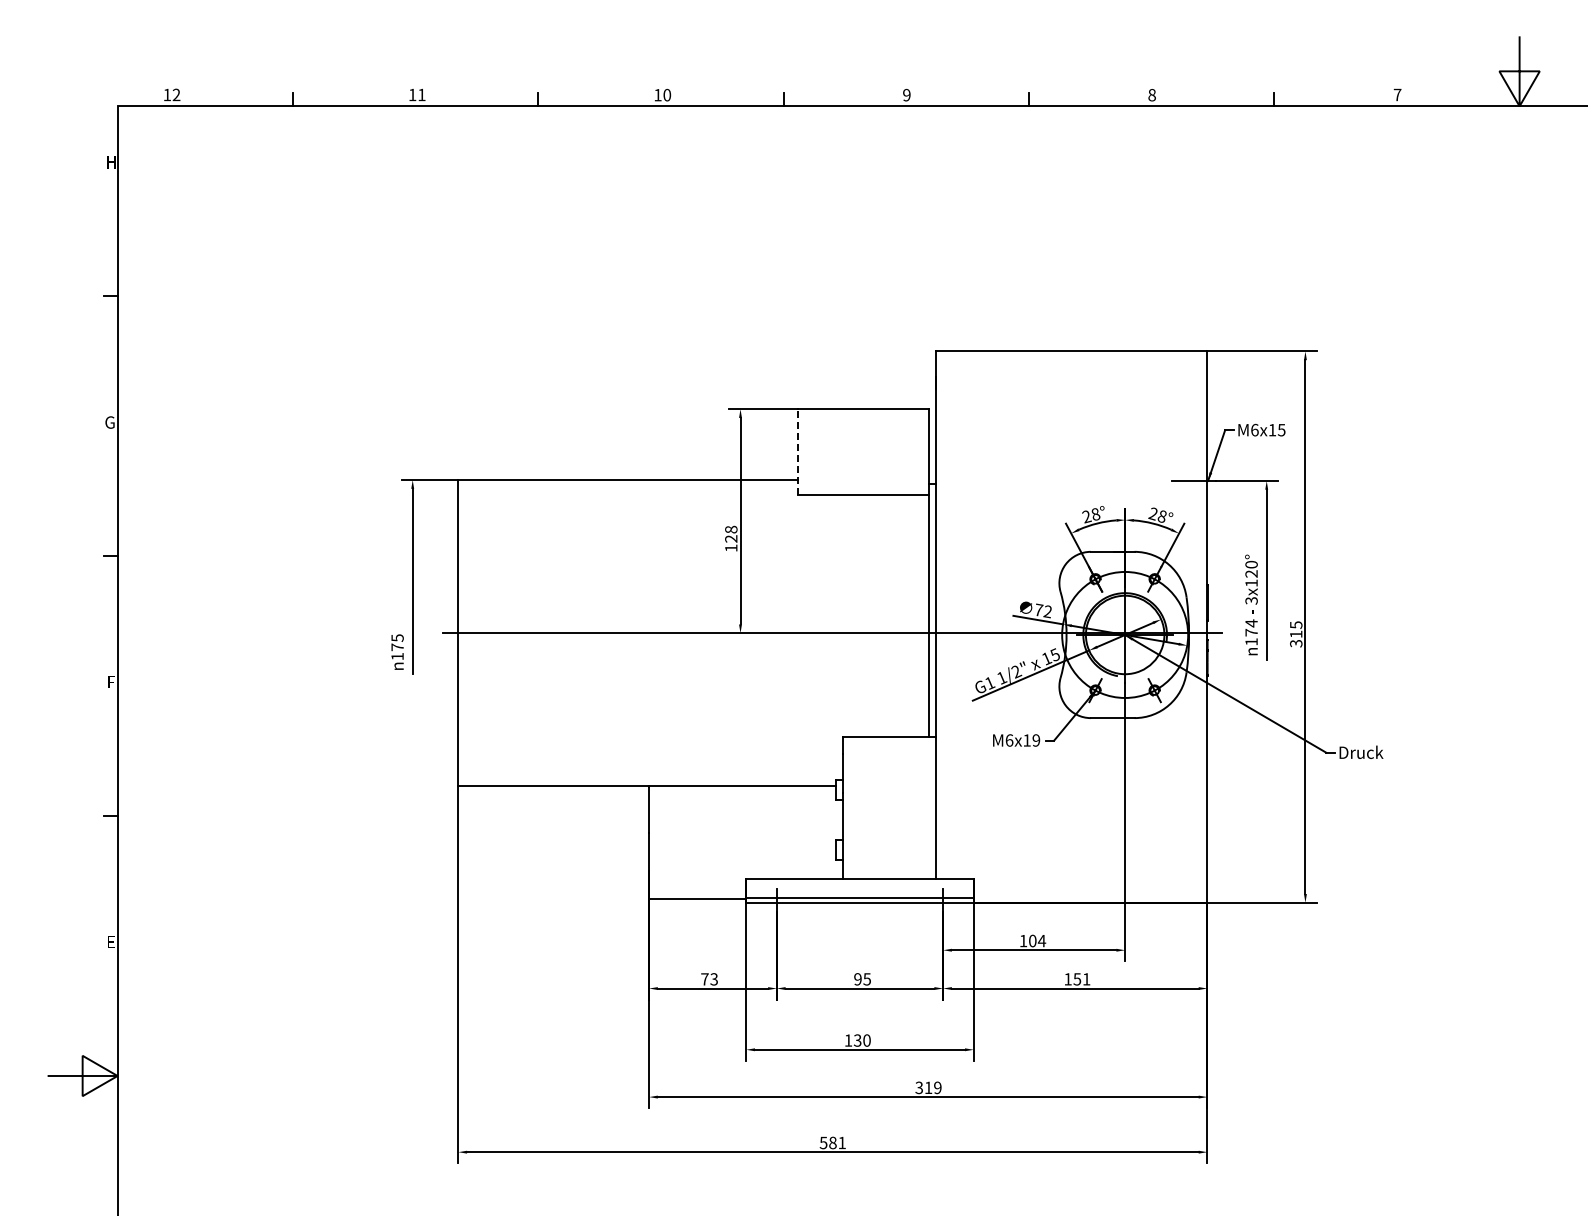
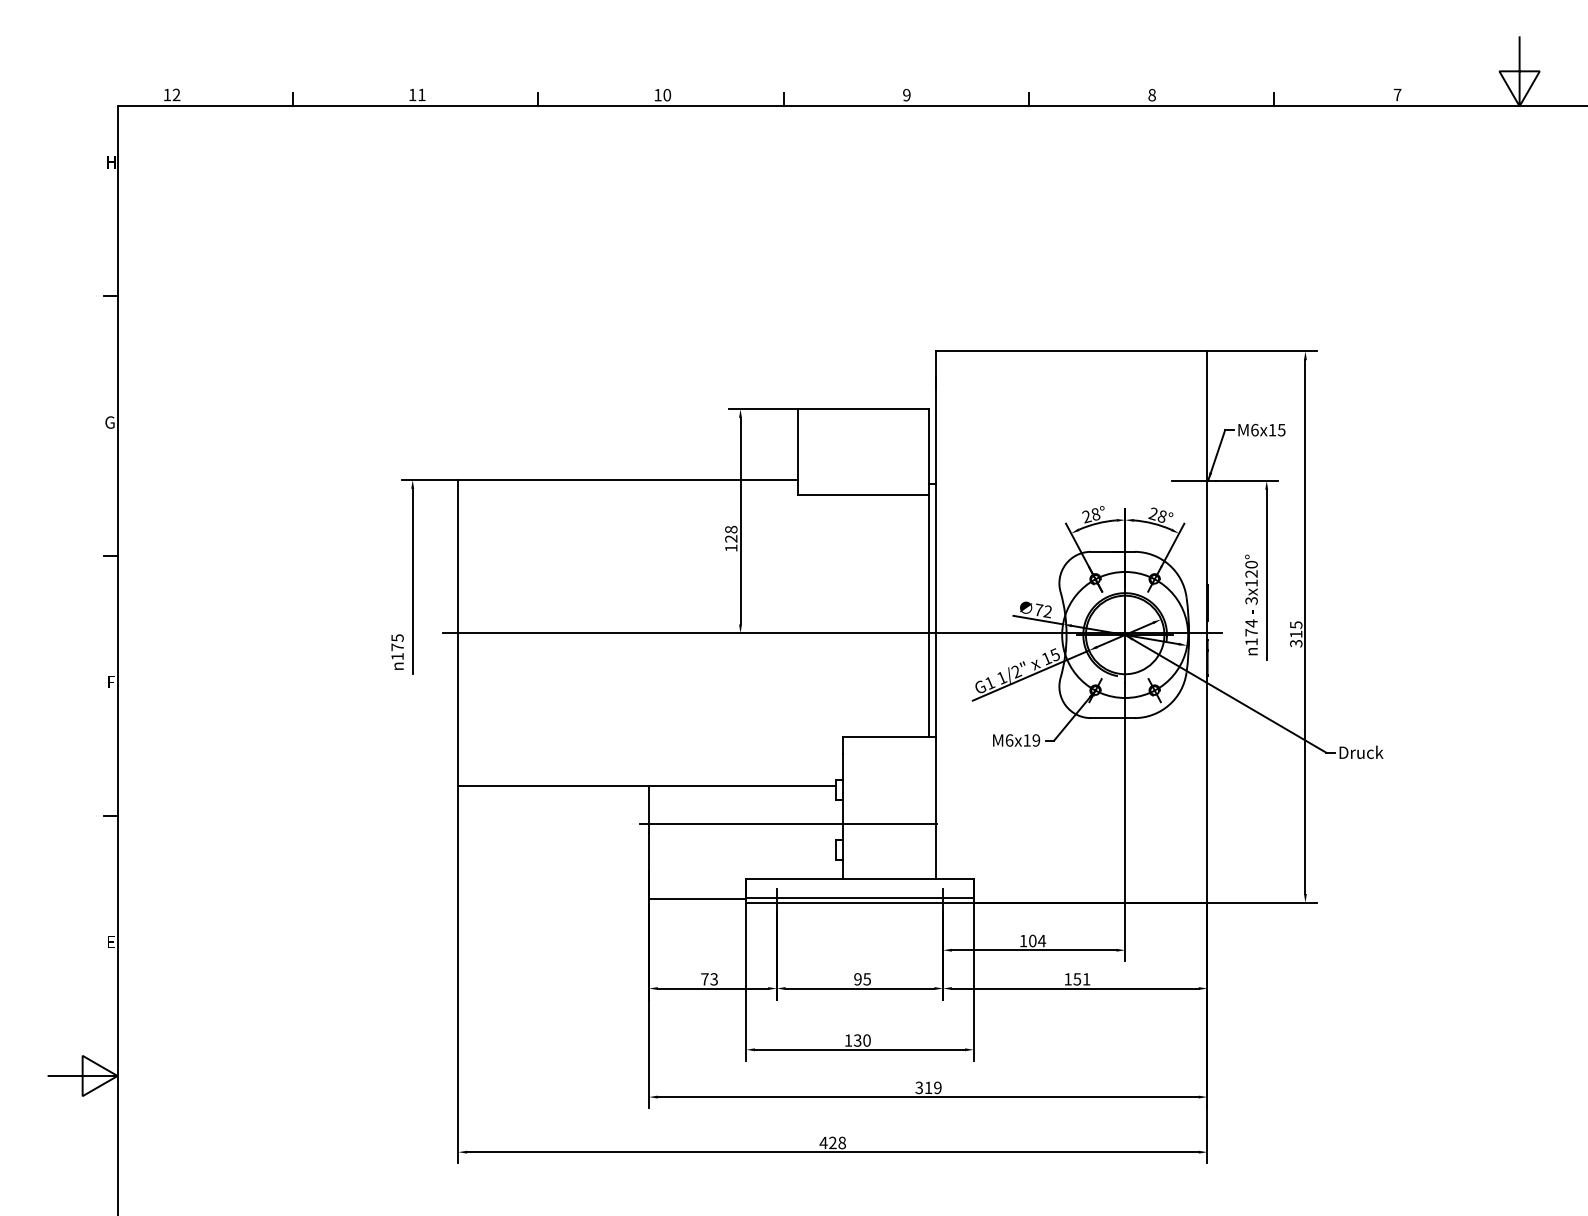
line at (797, 452): dashed -> solid
line at (788, 824): none -> present
text at (832, 1142): 581 -> 428
